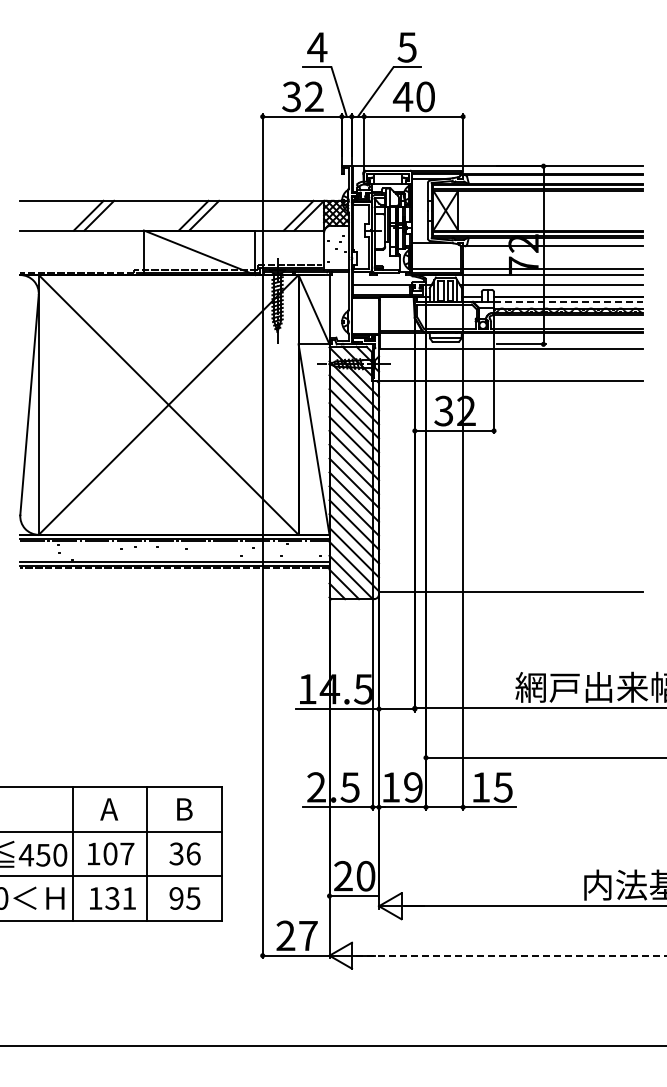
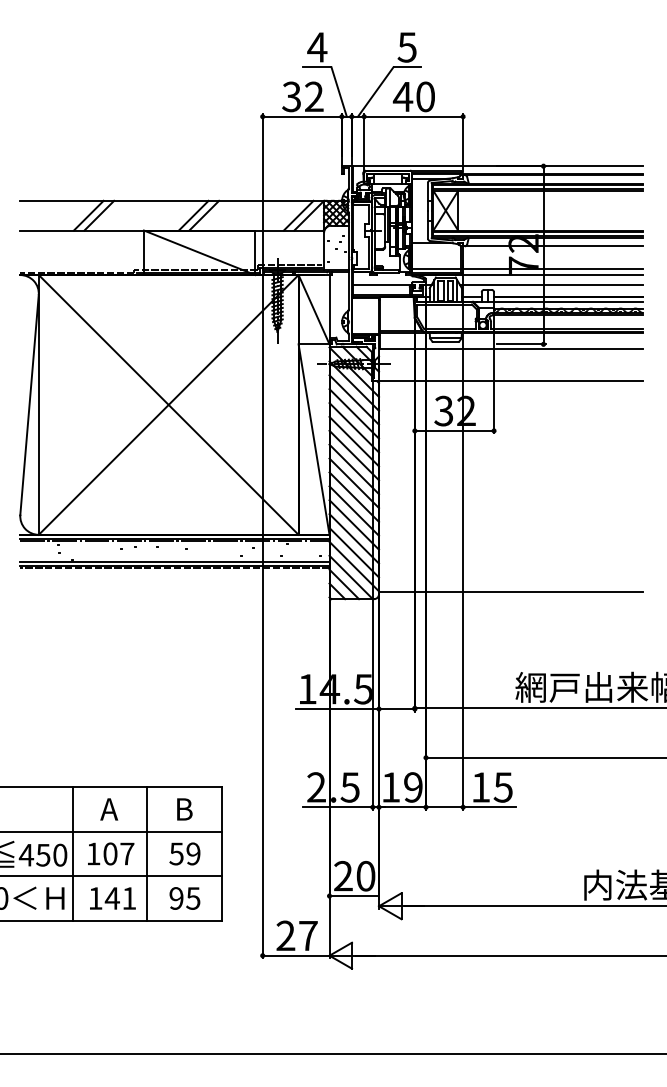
line at (568, 302): dashed -> solid
text at (185, 853): 36 -> 59
text at (111, 898): 131 -> 141
line at (511, 955): dashed -> solid
line at (332, 1046) position: (332, 1046) -> (332, 1054)
